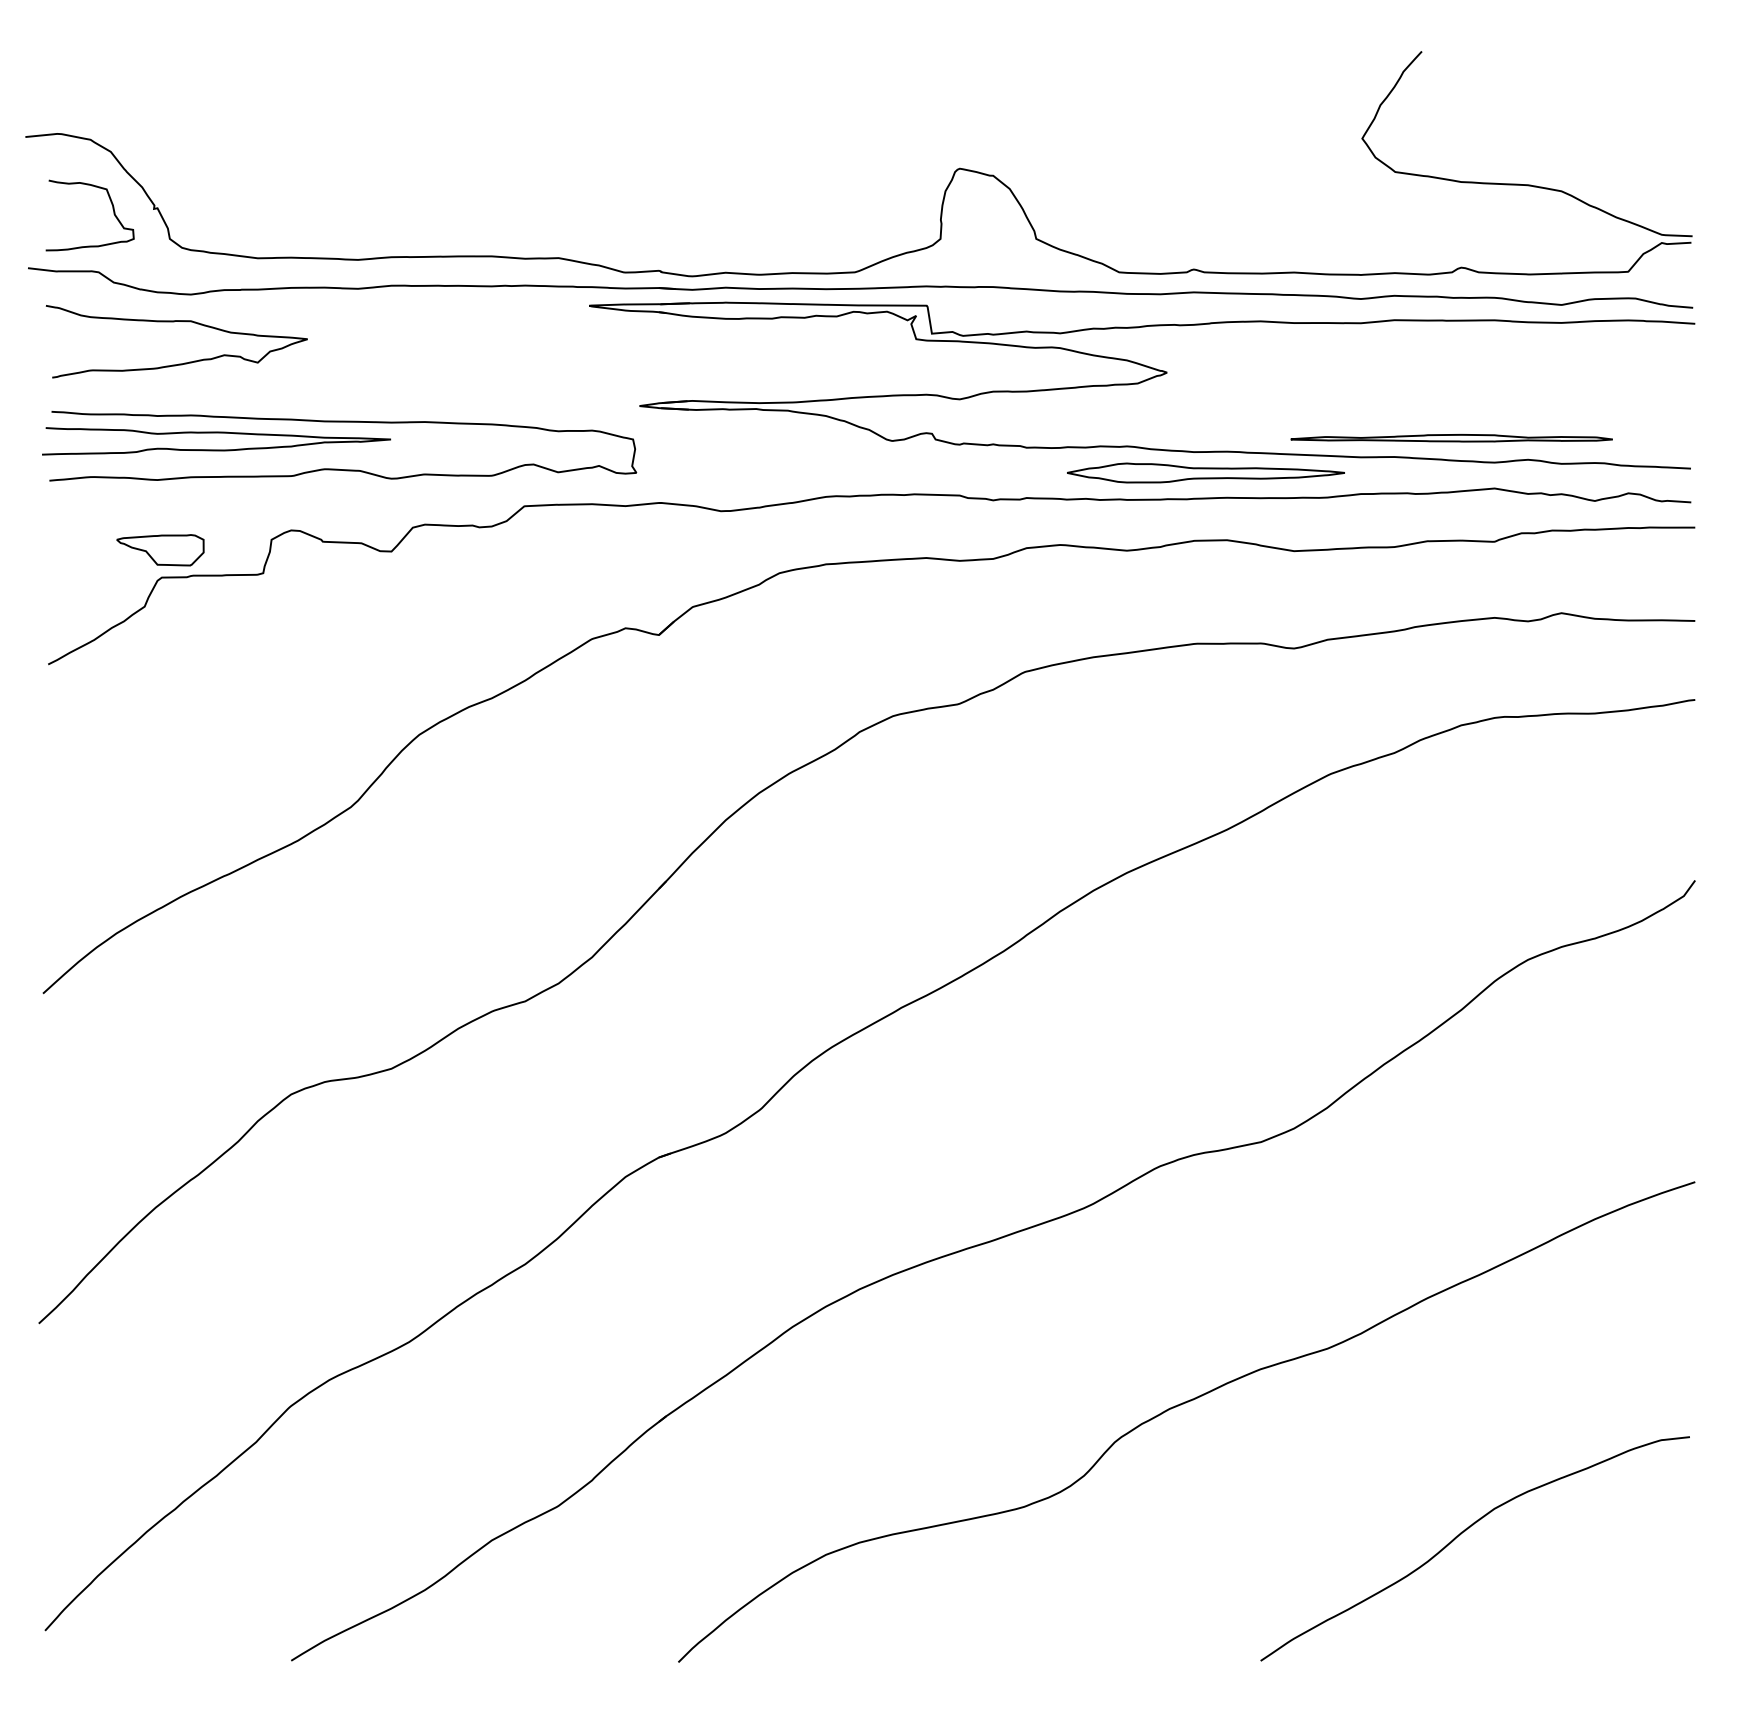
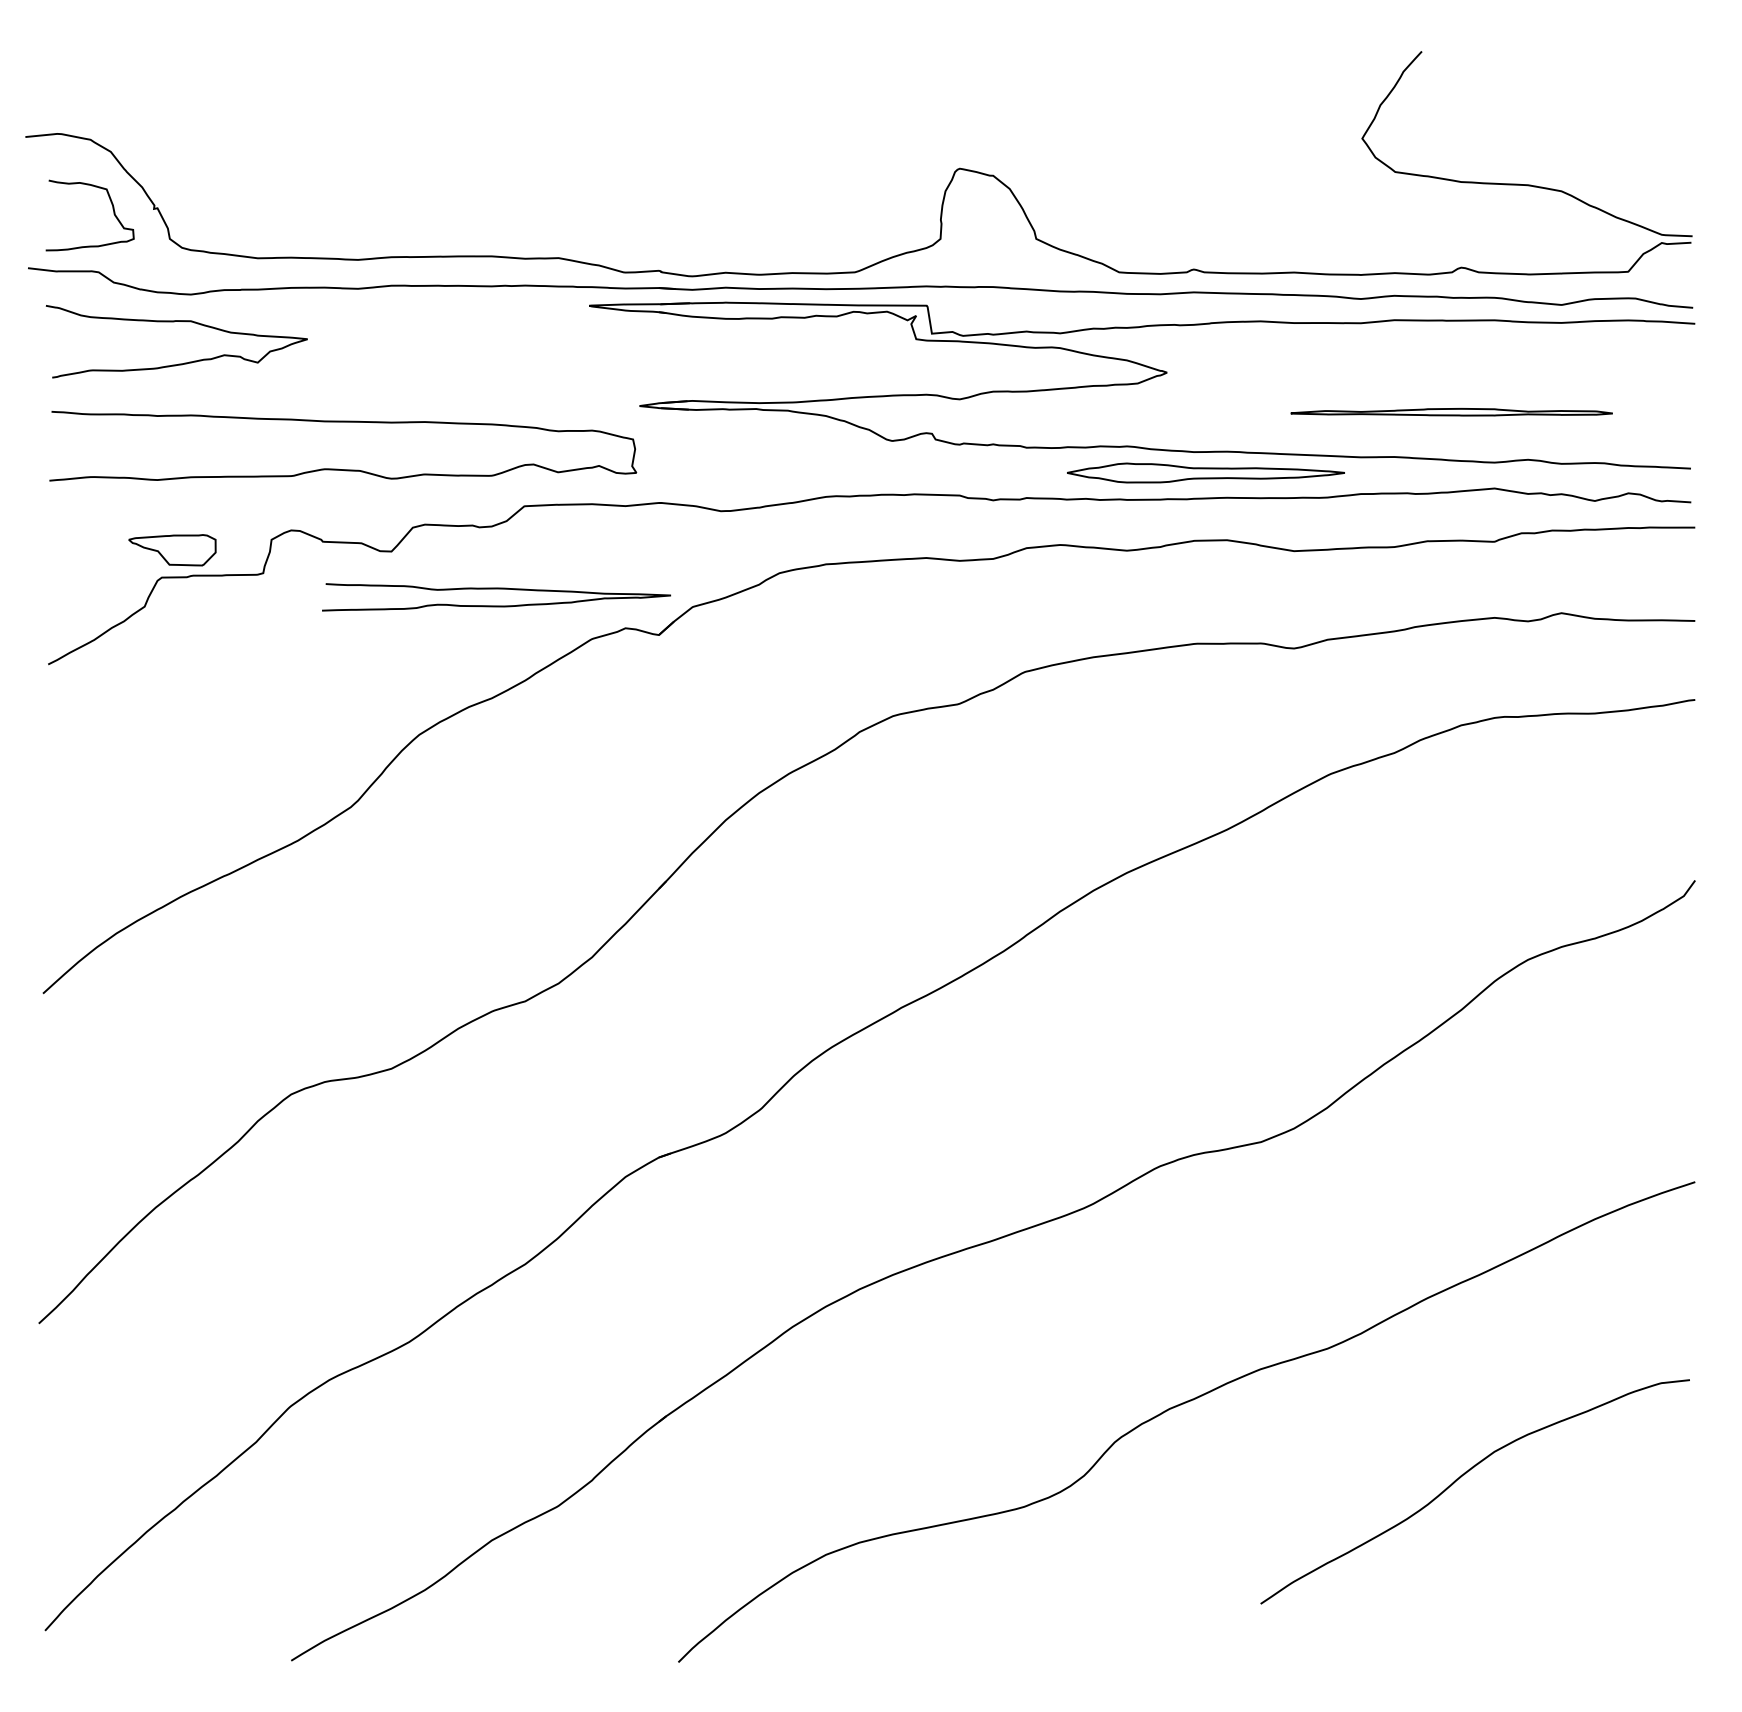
curve at (216, 433) position: (216, 433) -> (496, 589)
part at (1451, 438) position: (1451, 438) -> (1451, 412)
part at (160, 550) position: (160, 550) -> (172, 550)
curve at (1461, 1534) position: (1461, 1534) -> (1461, 1477)
